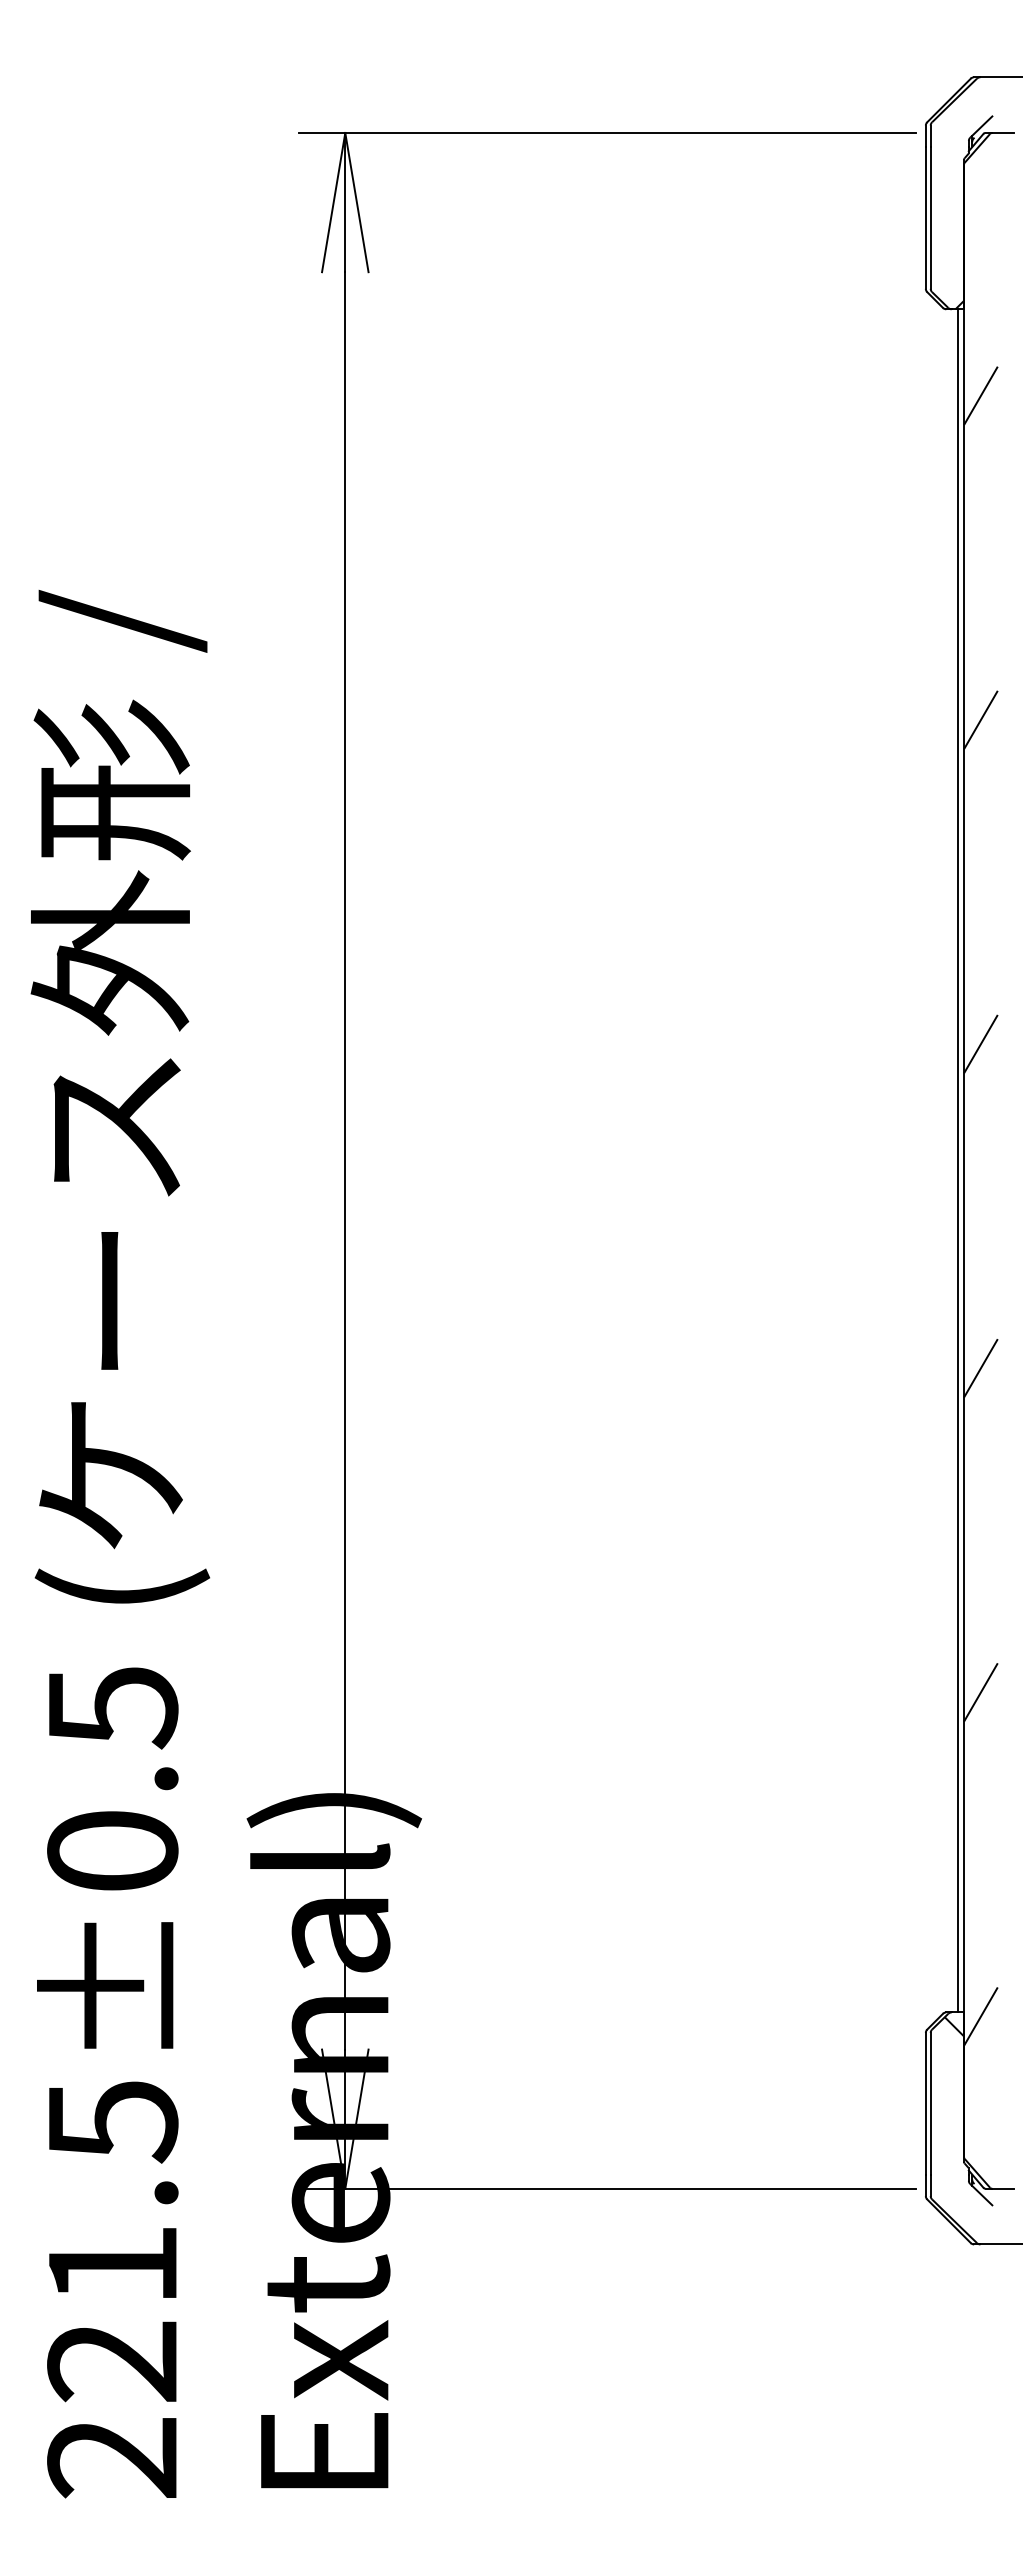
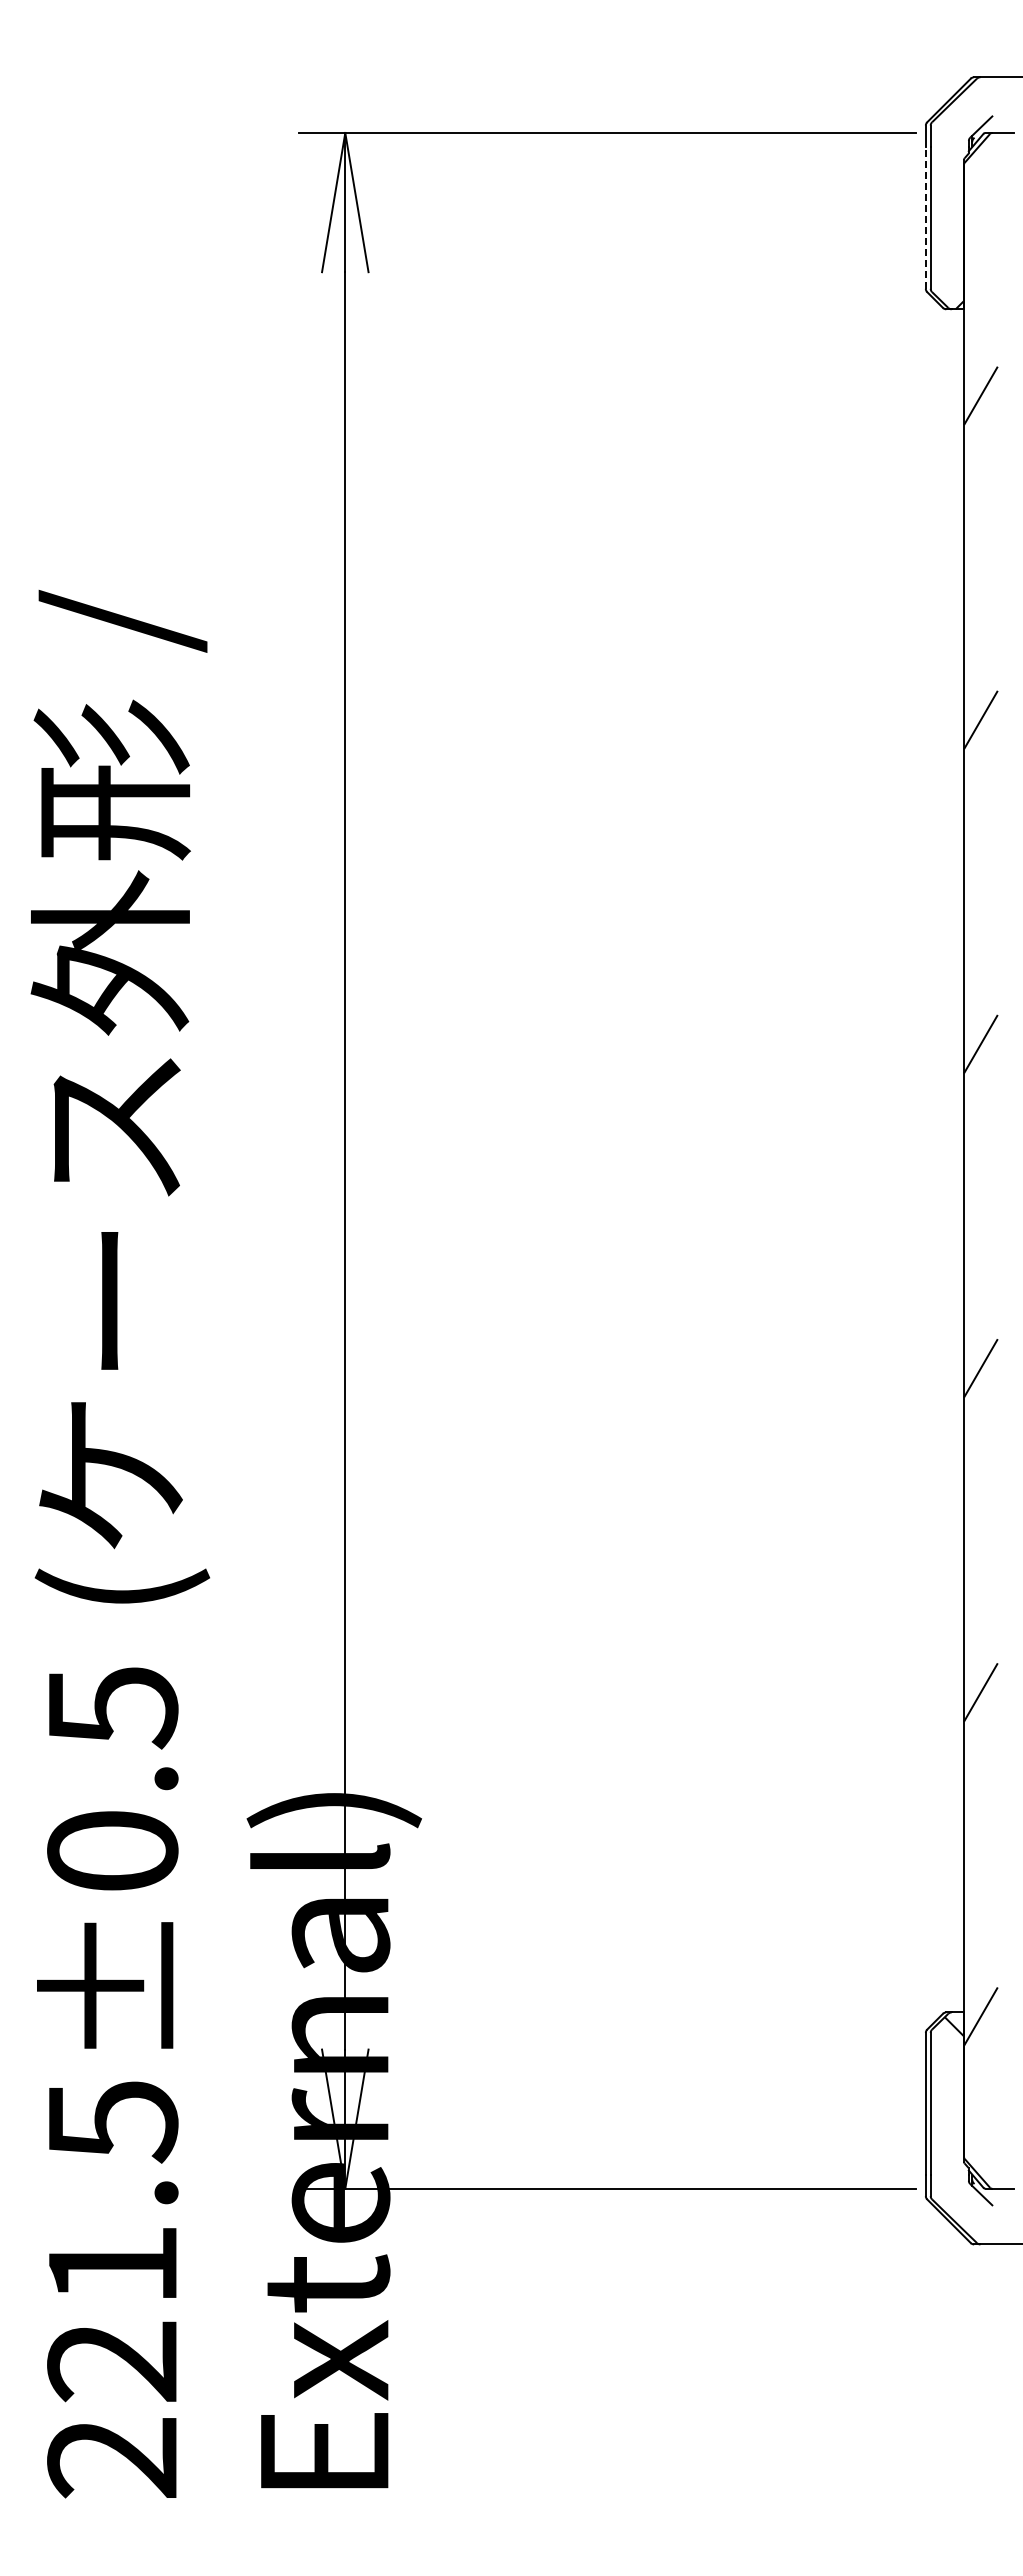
line at (925, 217): solid -> dashed
line at (958, 1160): present -> none
